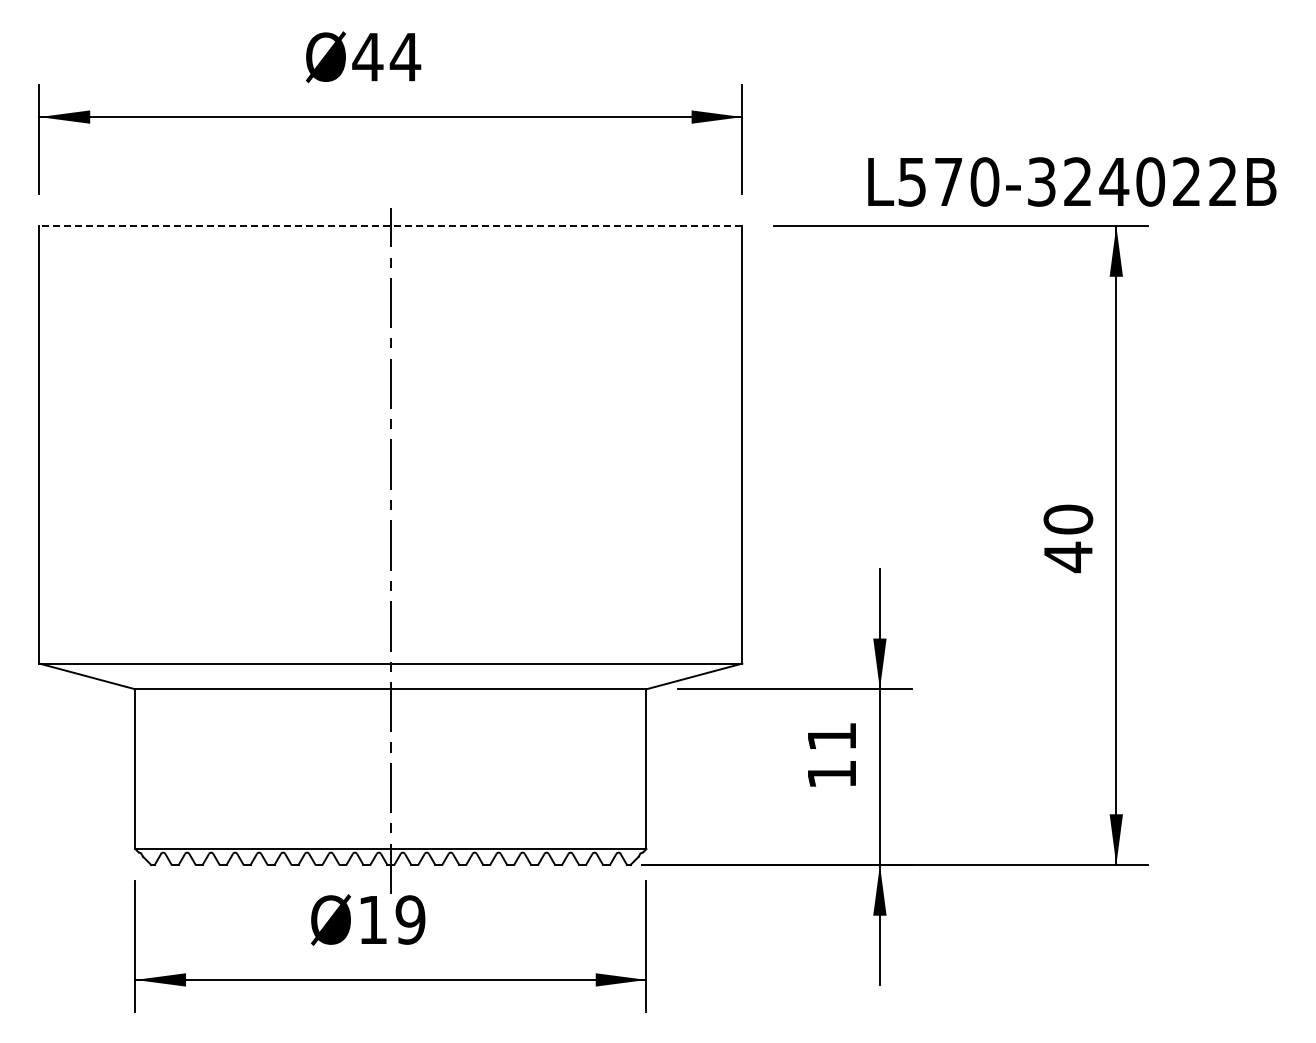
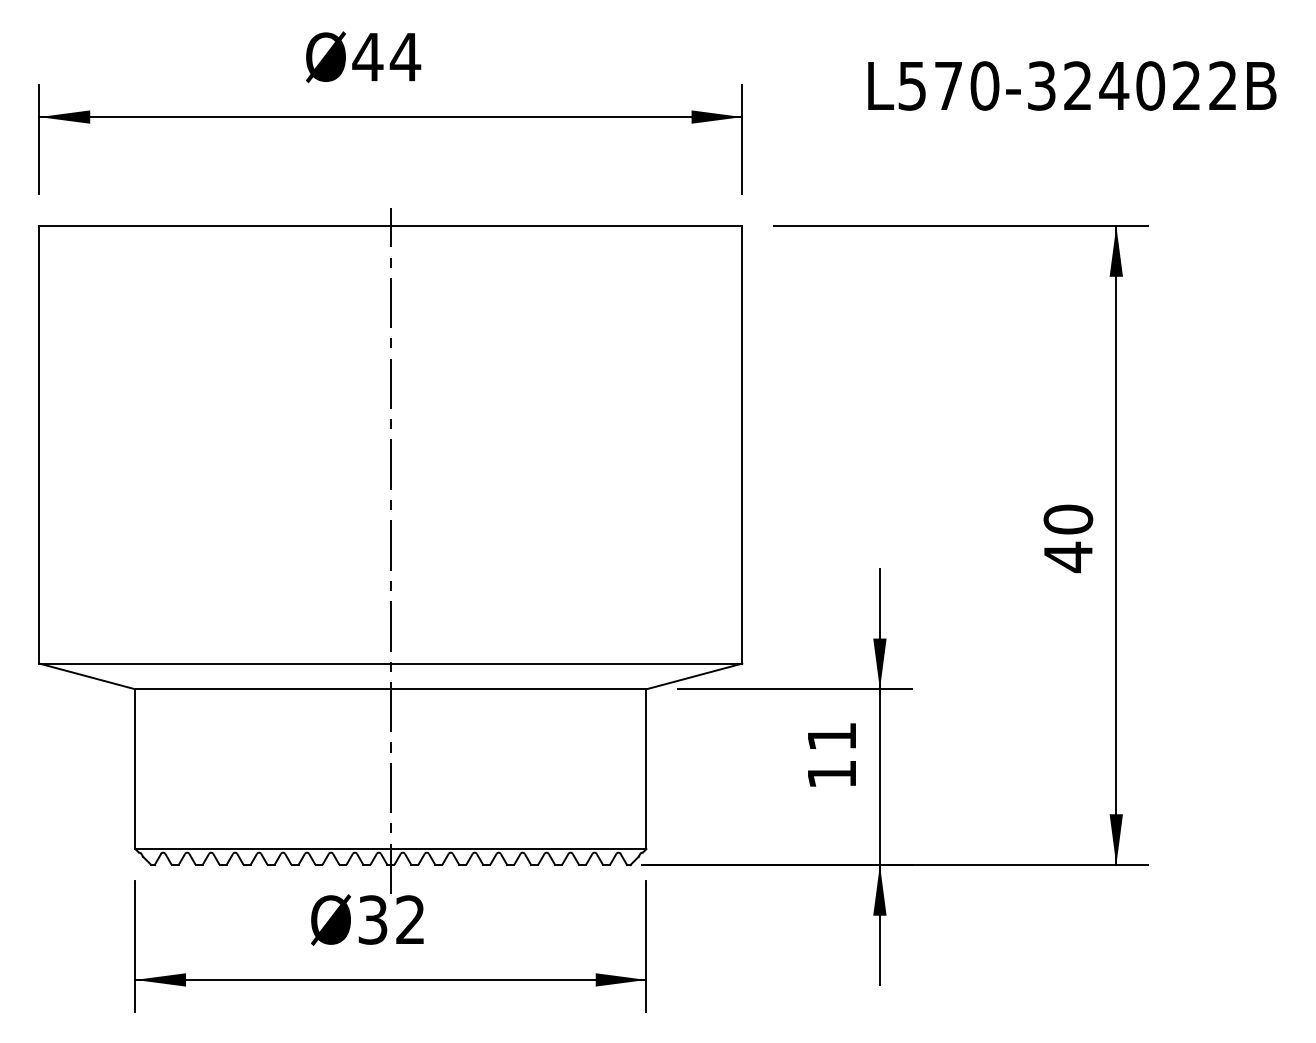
text at (1072, 181) position: (1072, 181) -> (1072, 85)
line at (390, 226): dashed -> solid
text at (391, 919): Ø19 -> Ø32
